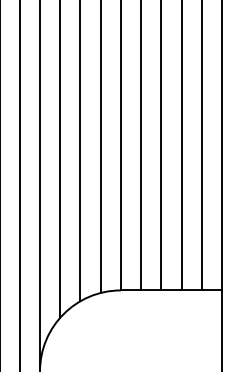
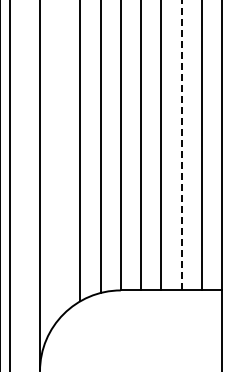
line at (181, 145): solid -> dashed
line at (60, 159): present -> none
line at (19, 185) position: (19, 185) -> (9, 185)
